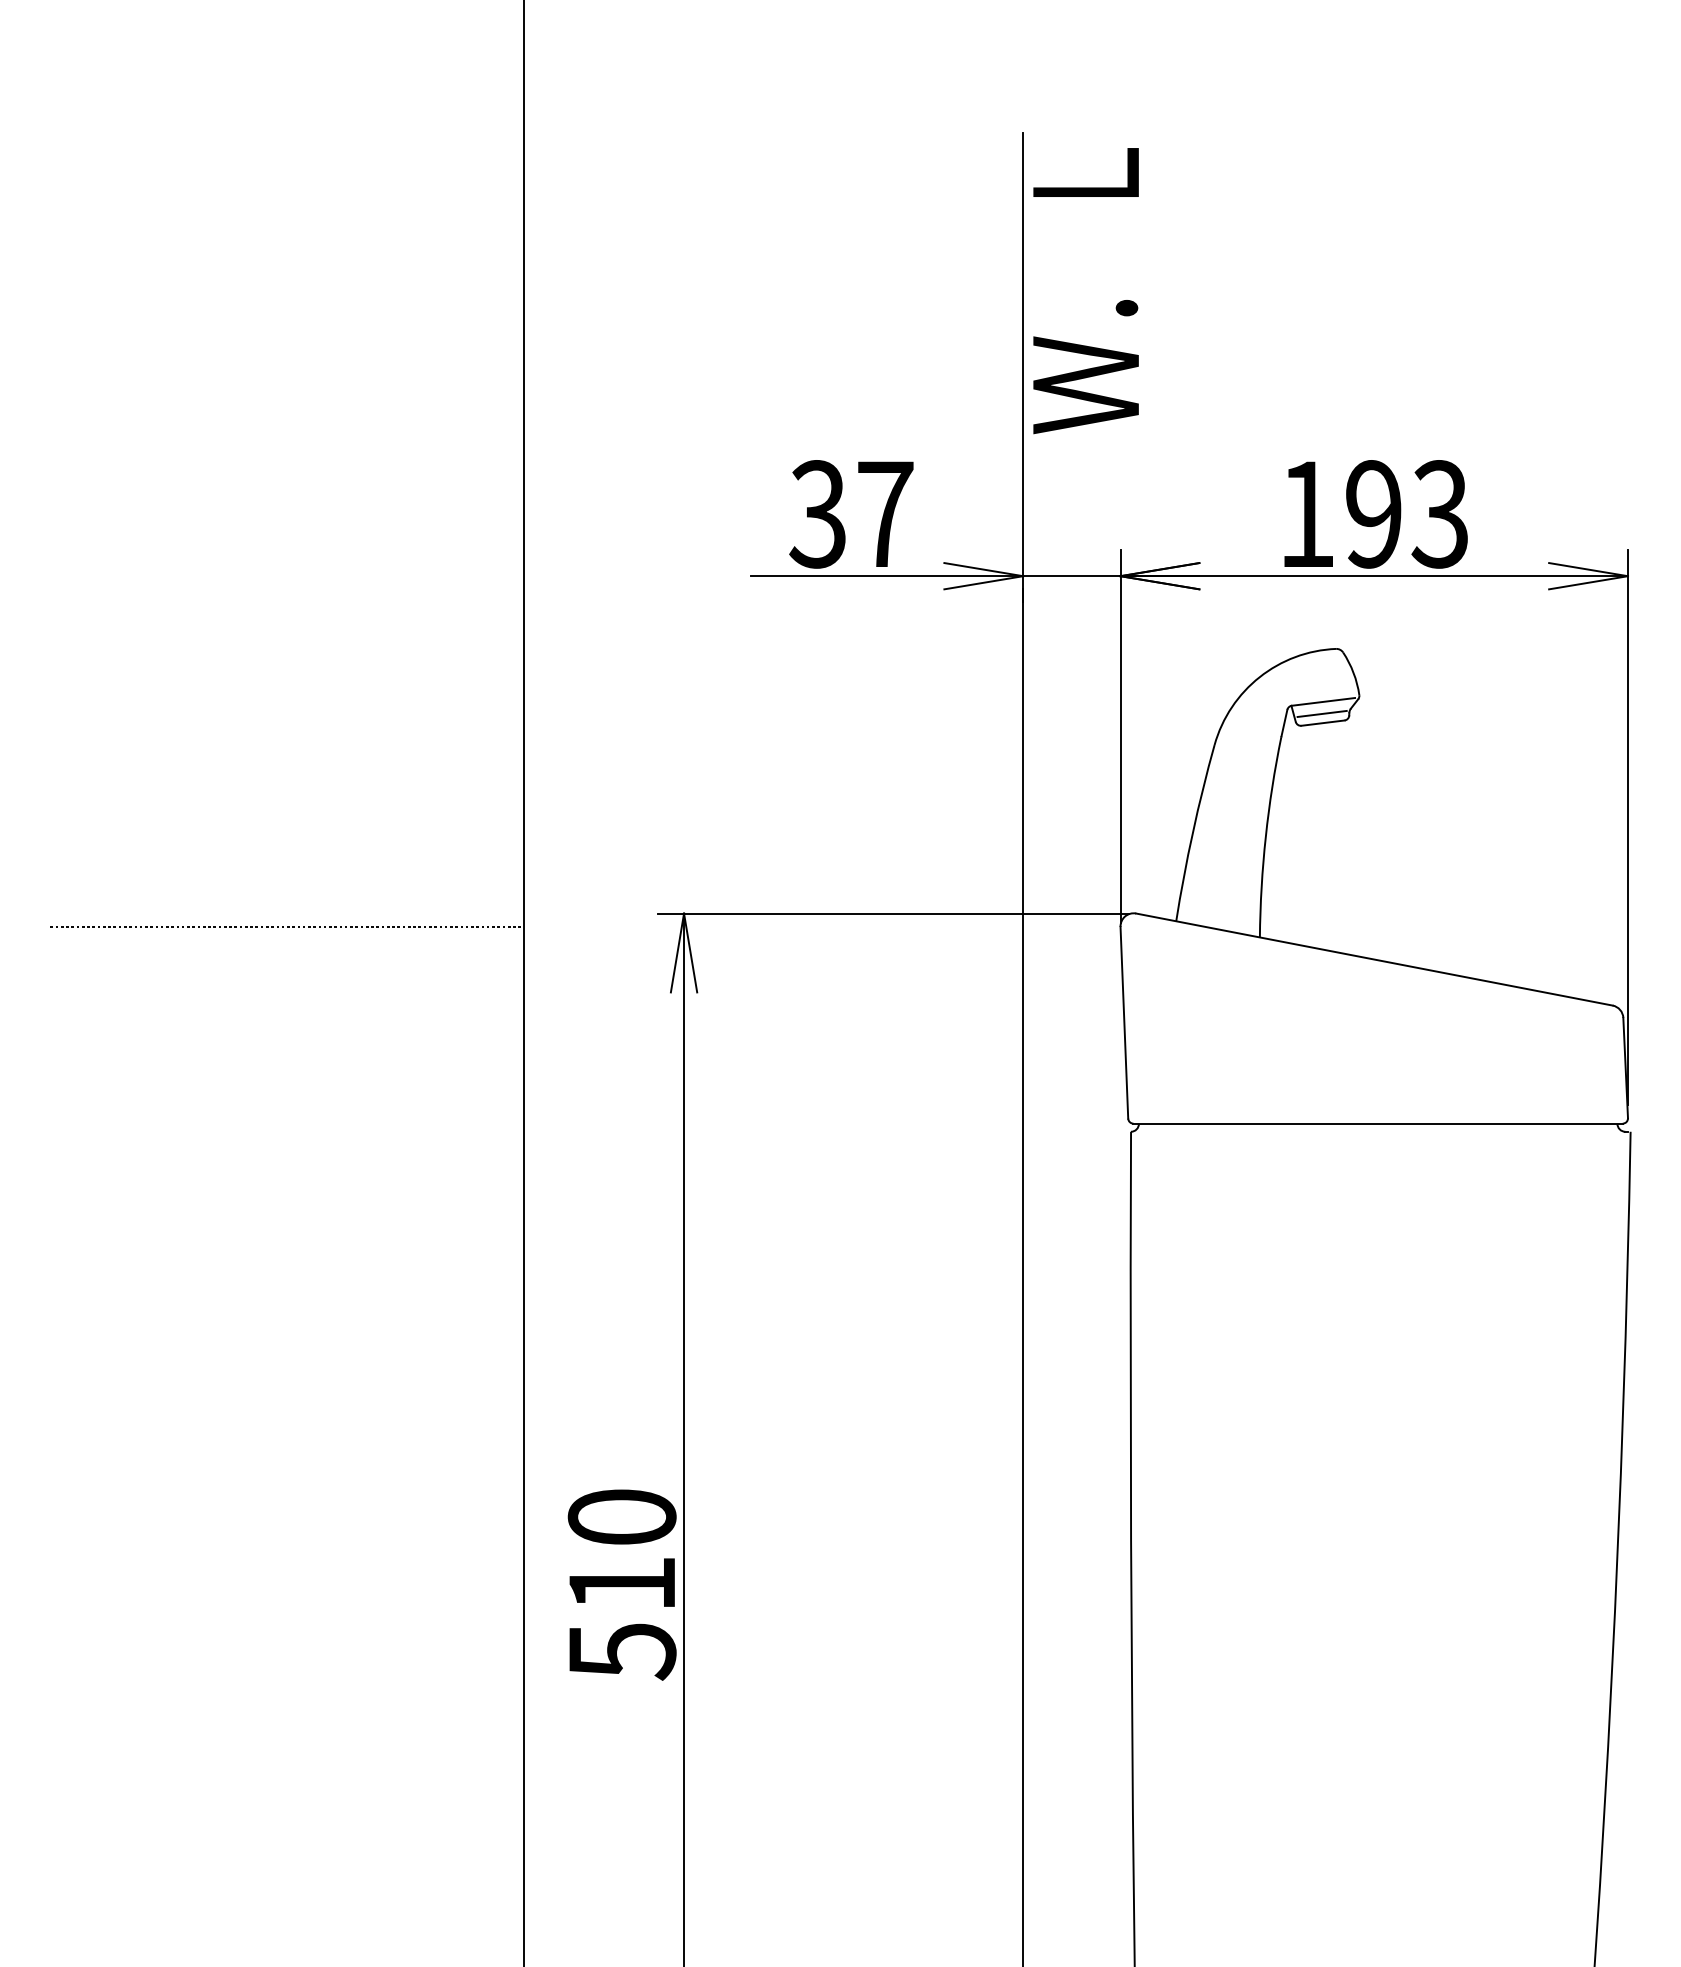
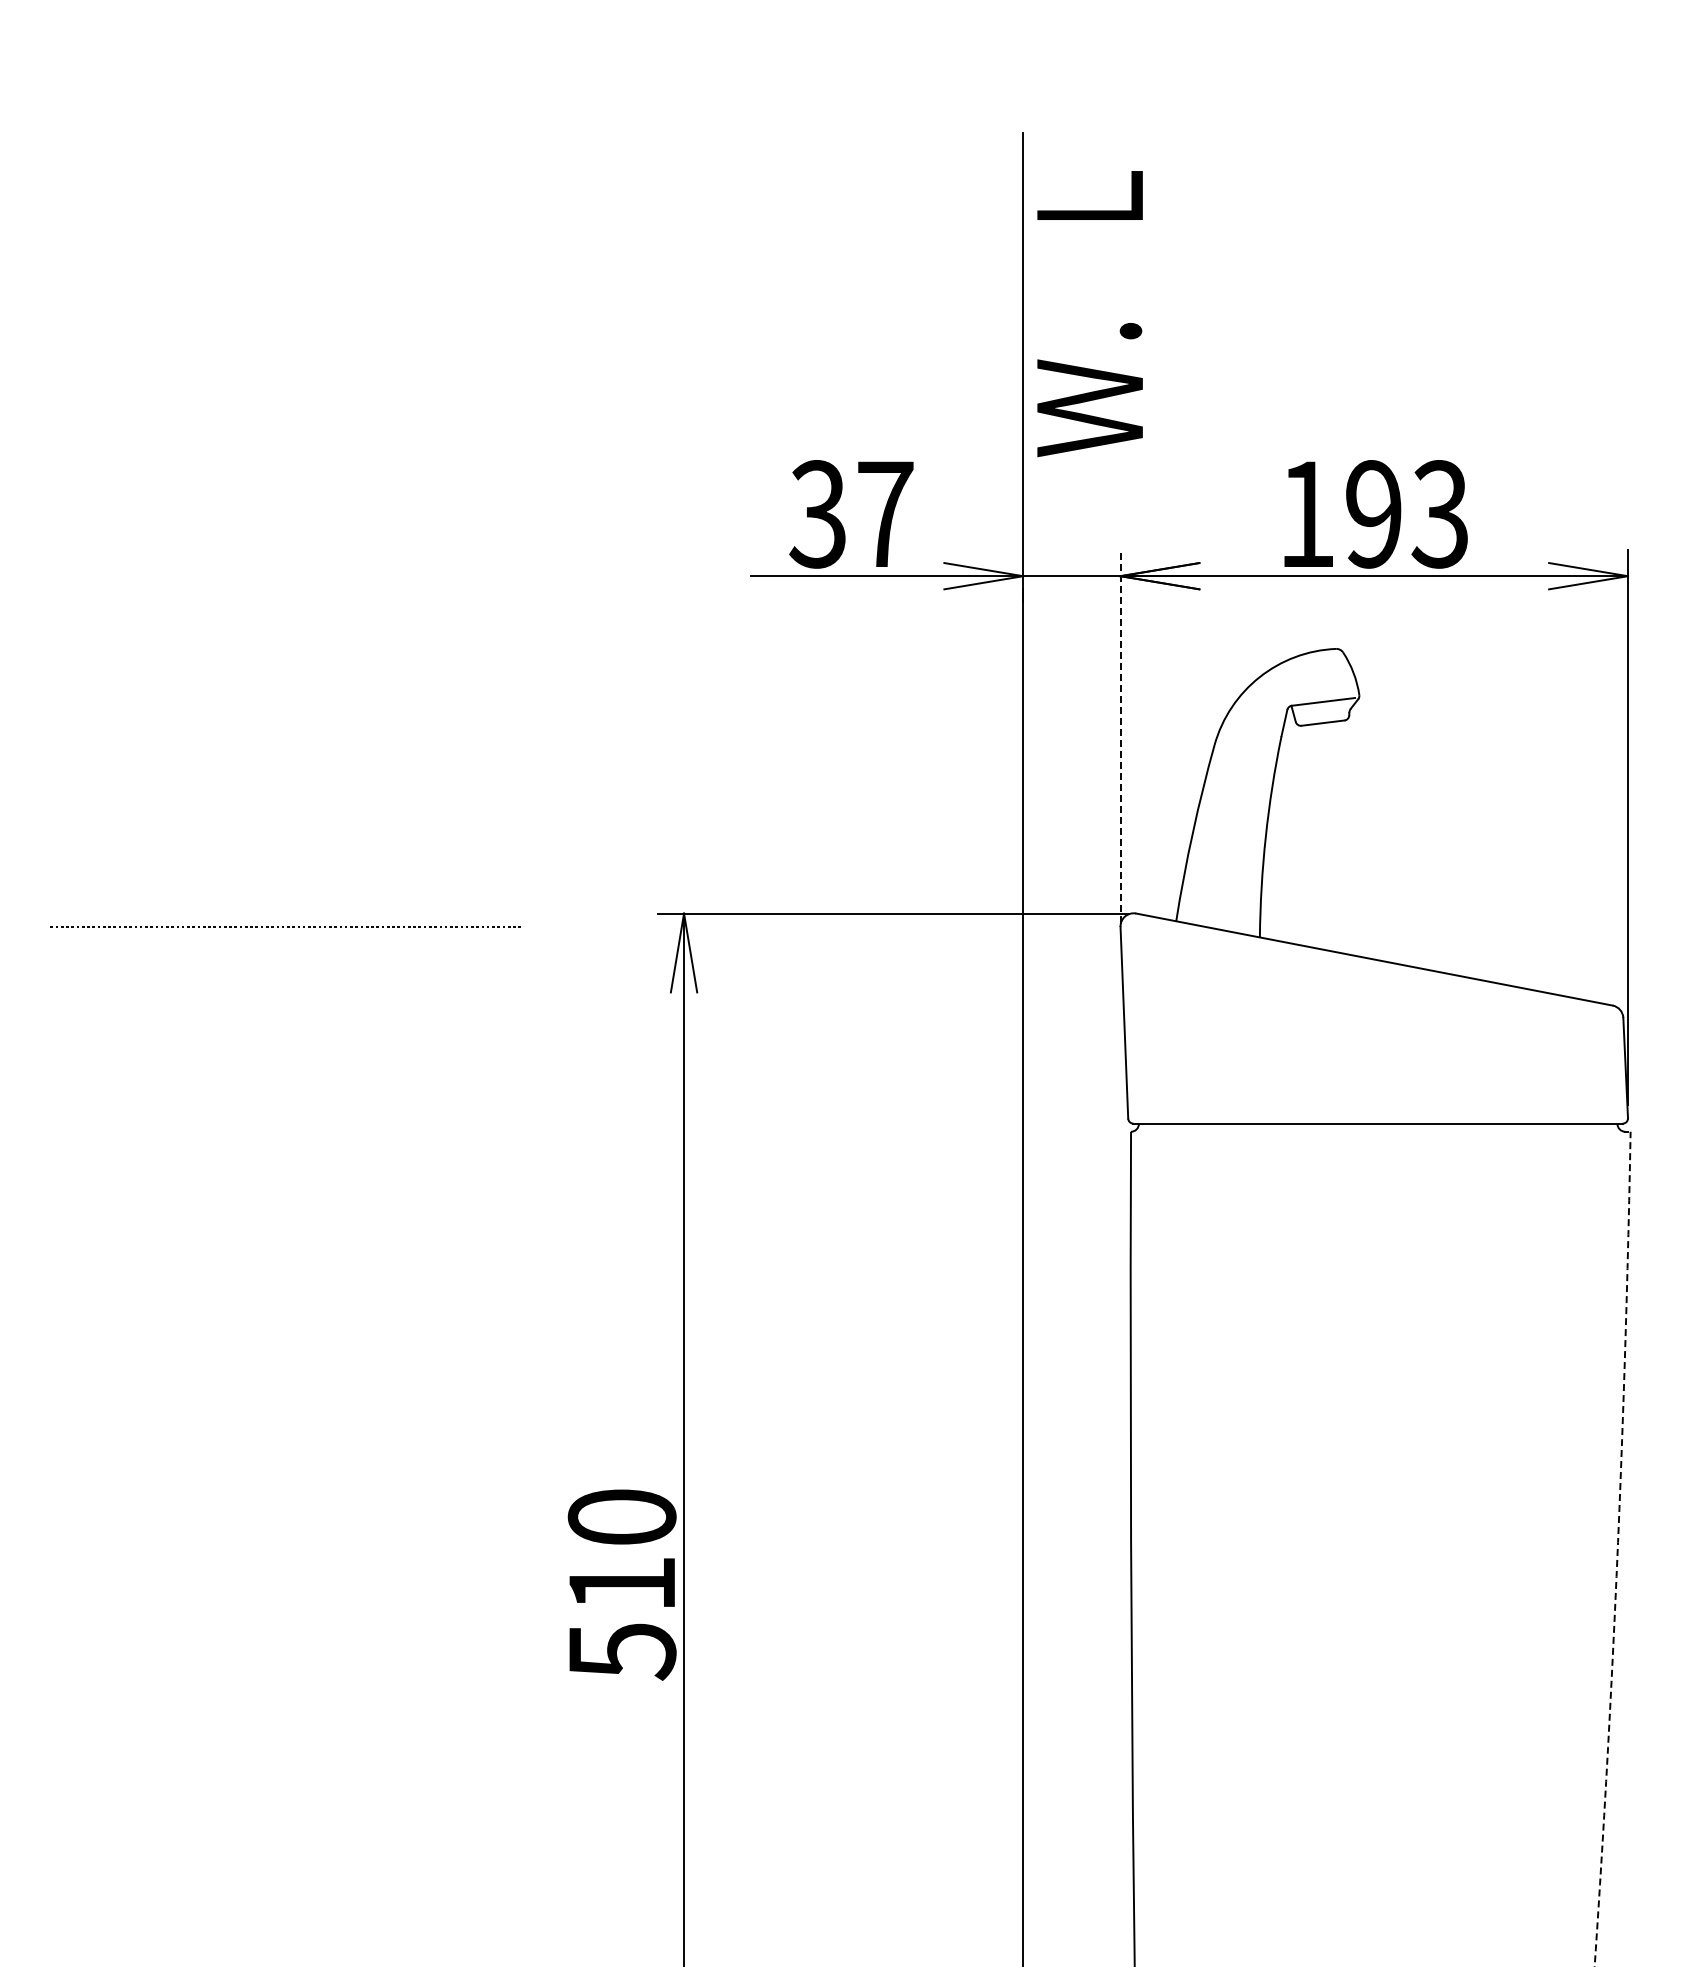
text at (1085, 291) position: (1085, 291) -> (1089, 314)
line at (1321, 713): present -> none
line at (1120, 736): solid -> dashed
line at (523, 982): present -> none
arc at (1617, 1549): solid -> dashed
